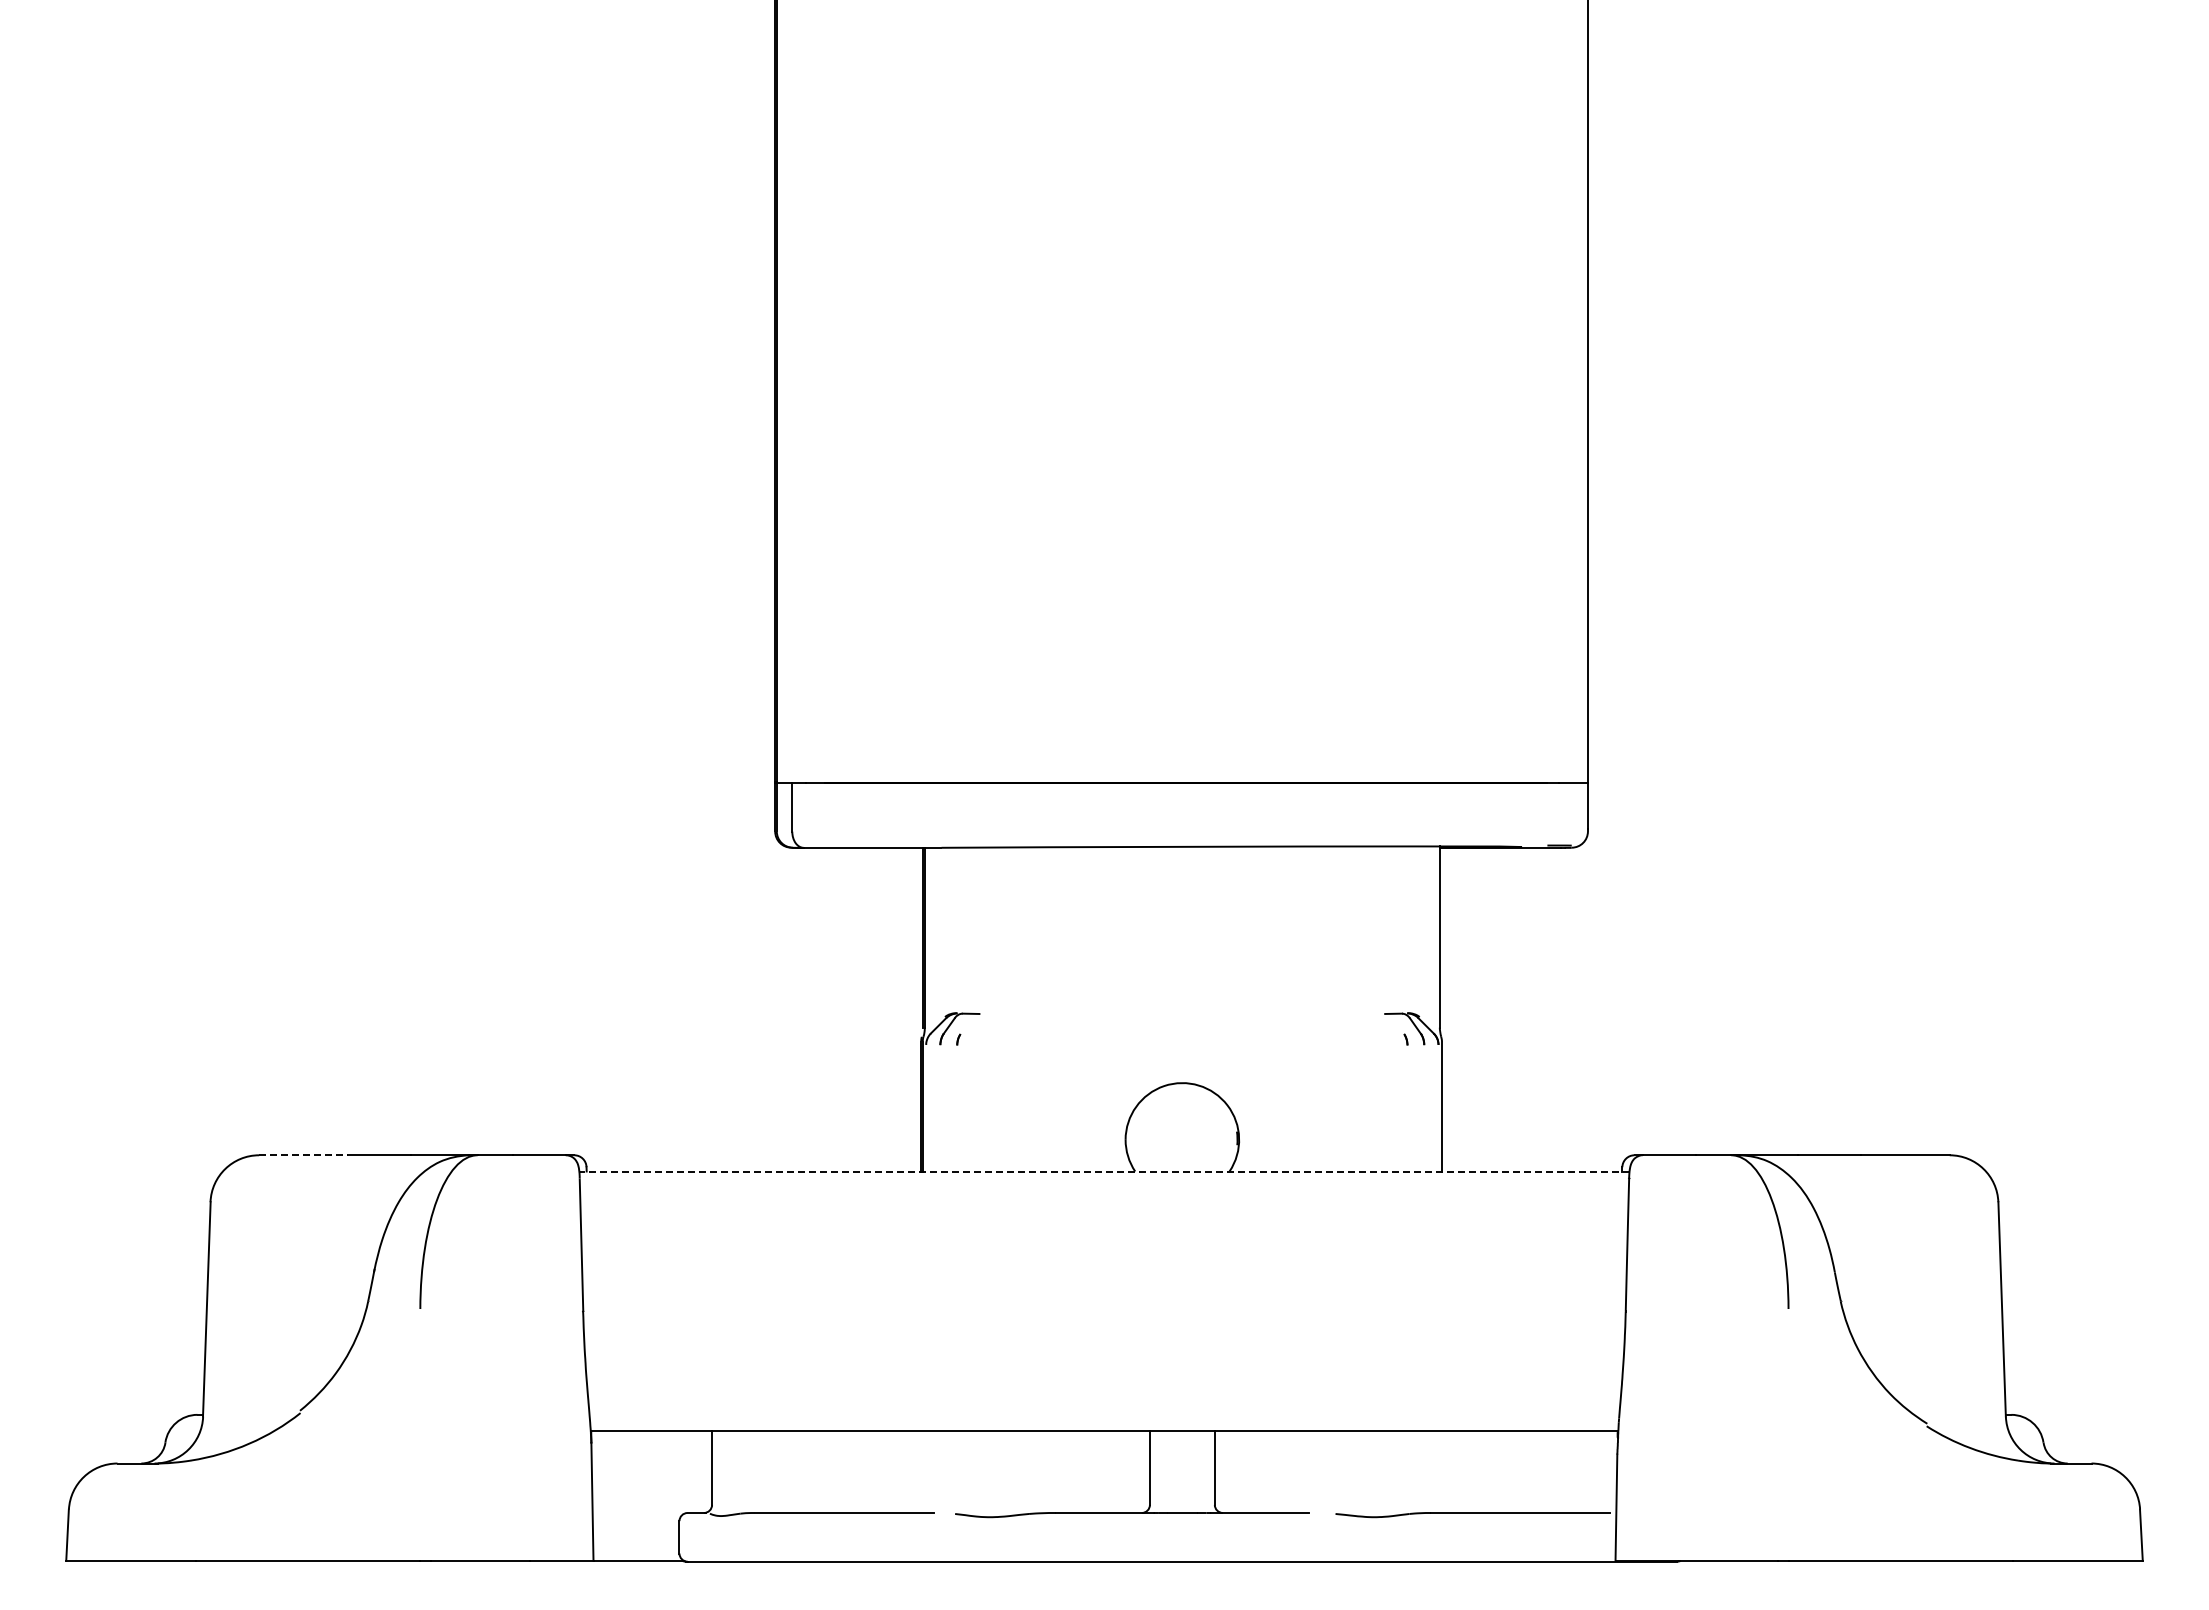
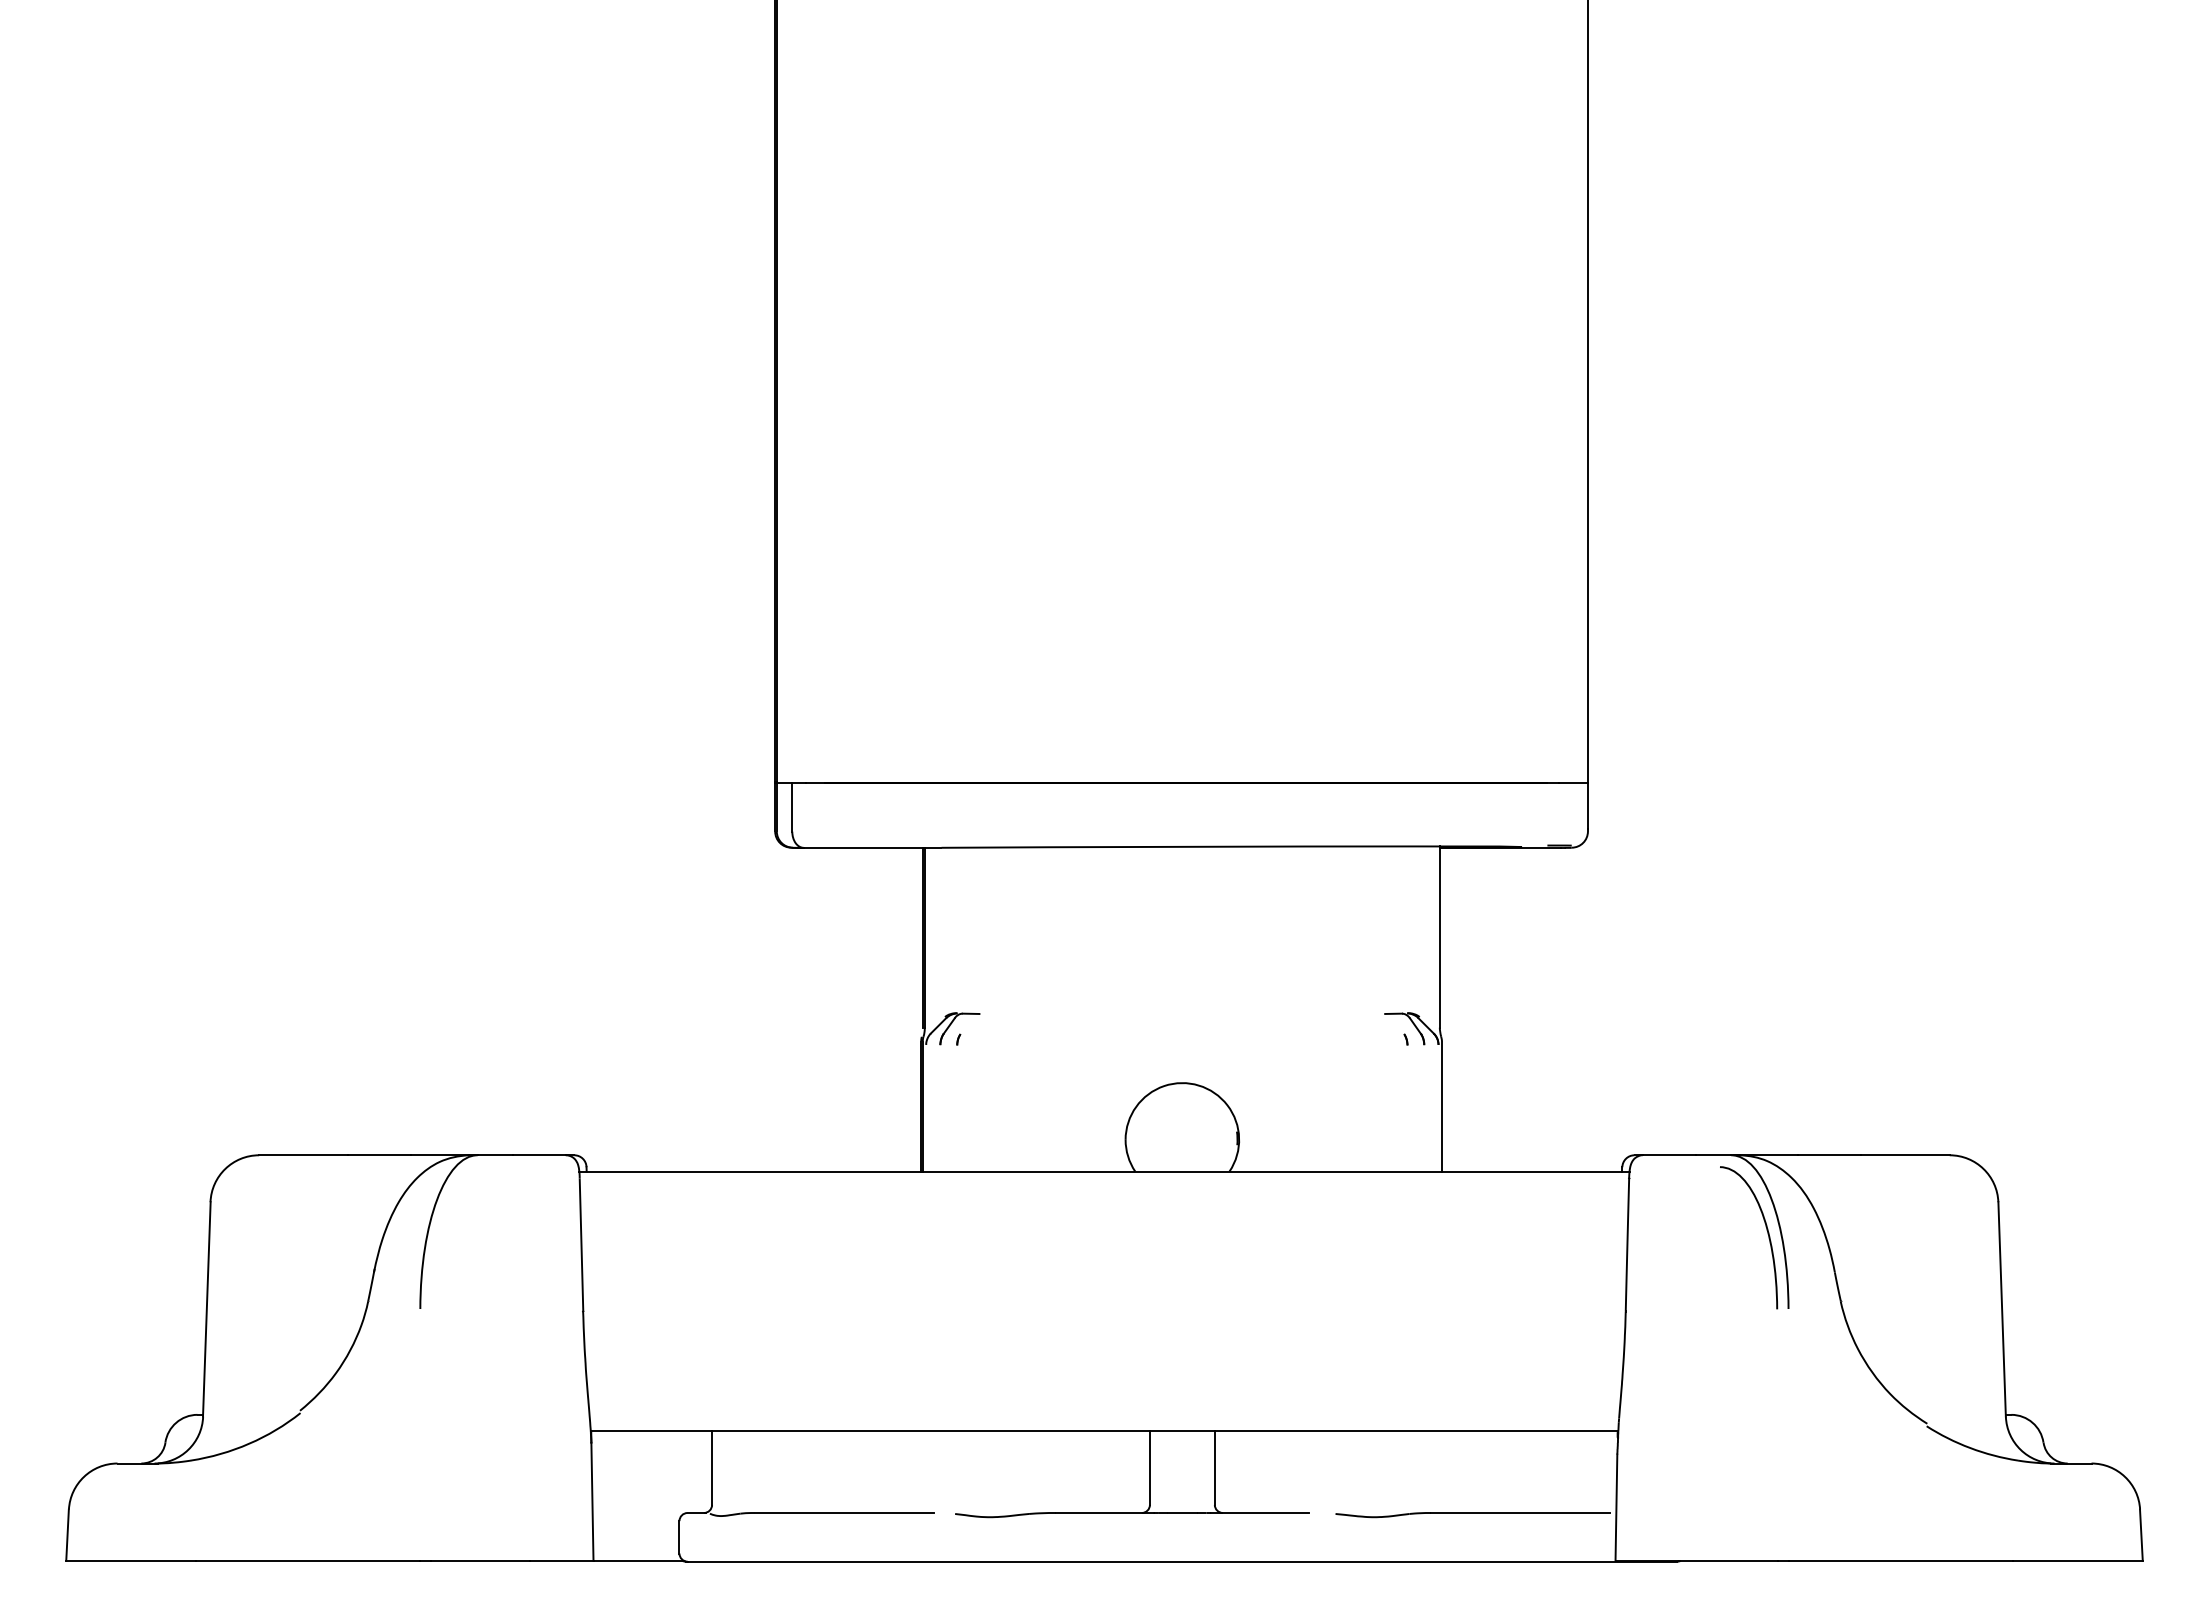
line at (303, 1155): dashed -> solid
line at (1104, 1171): dashed -> solid
curve at (1767, 1234): none -> present
